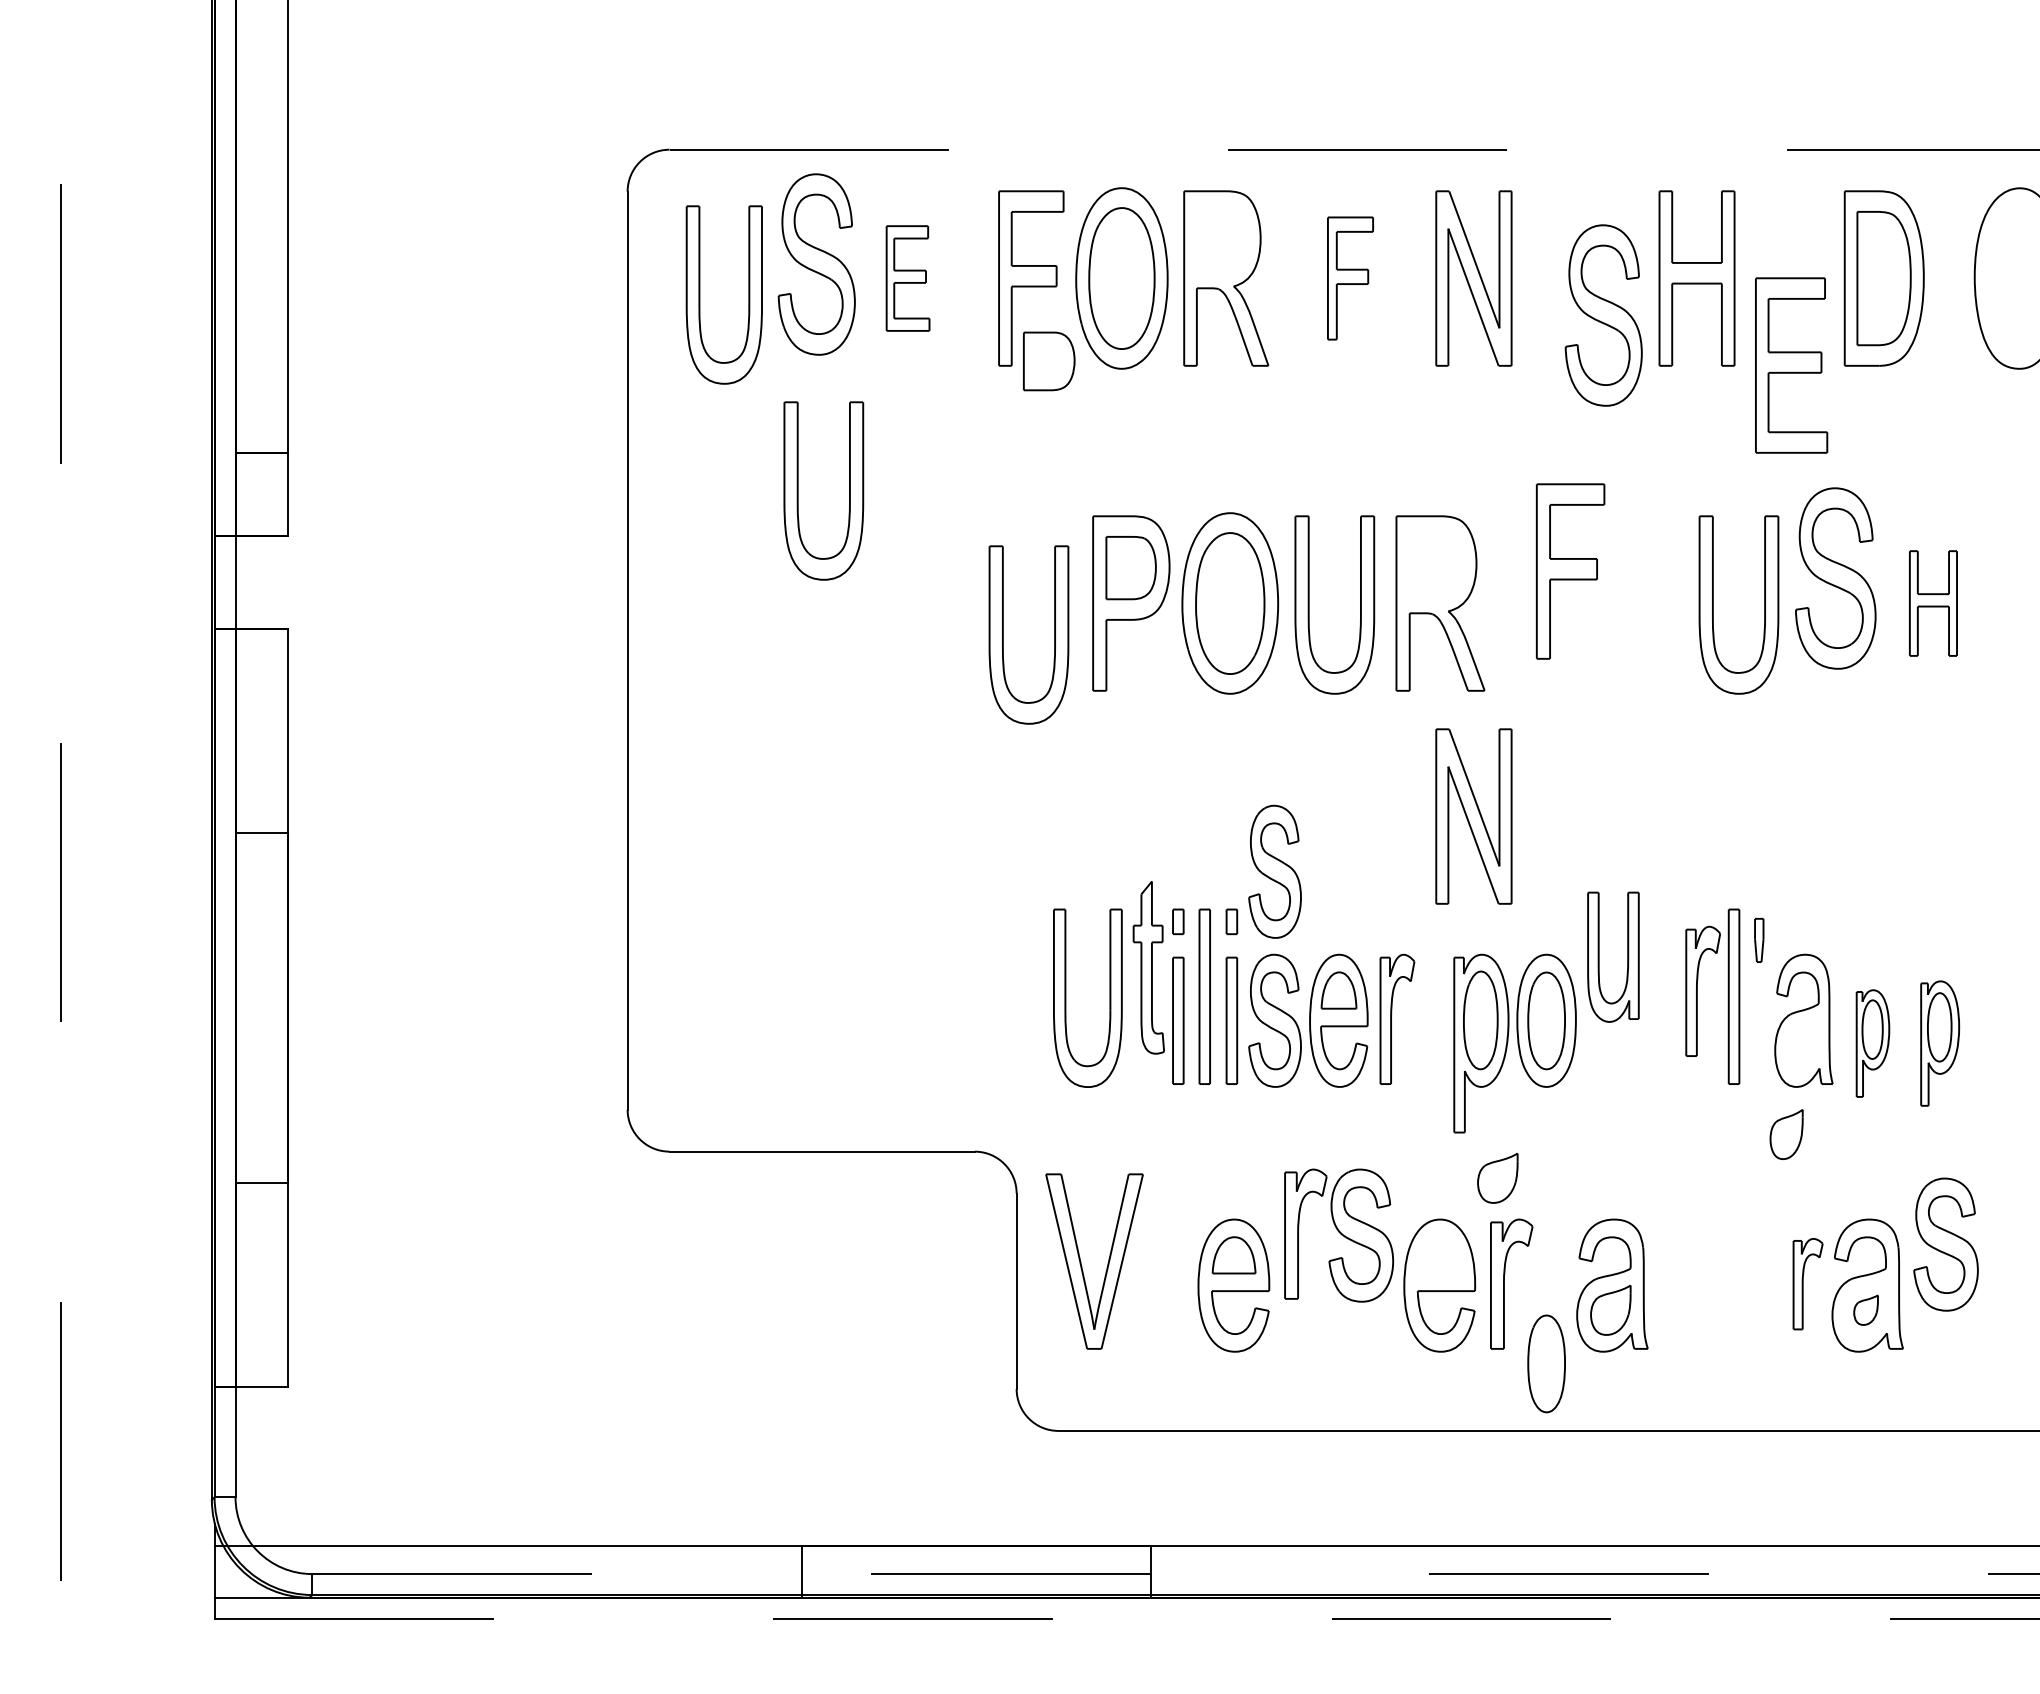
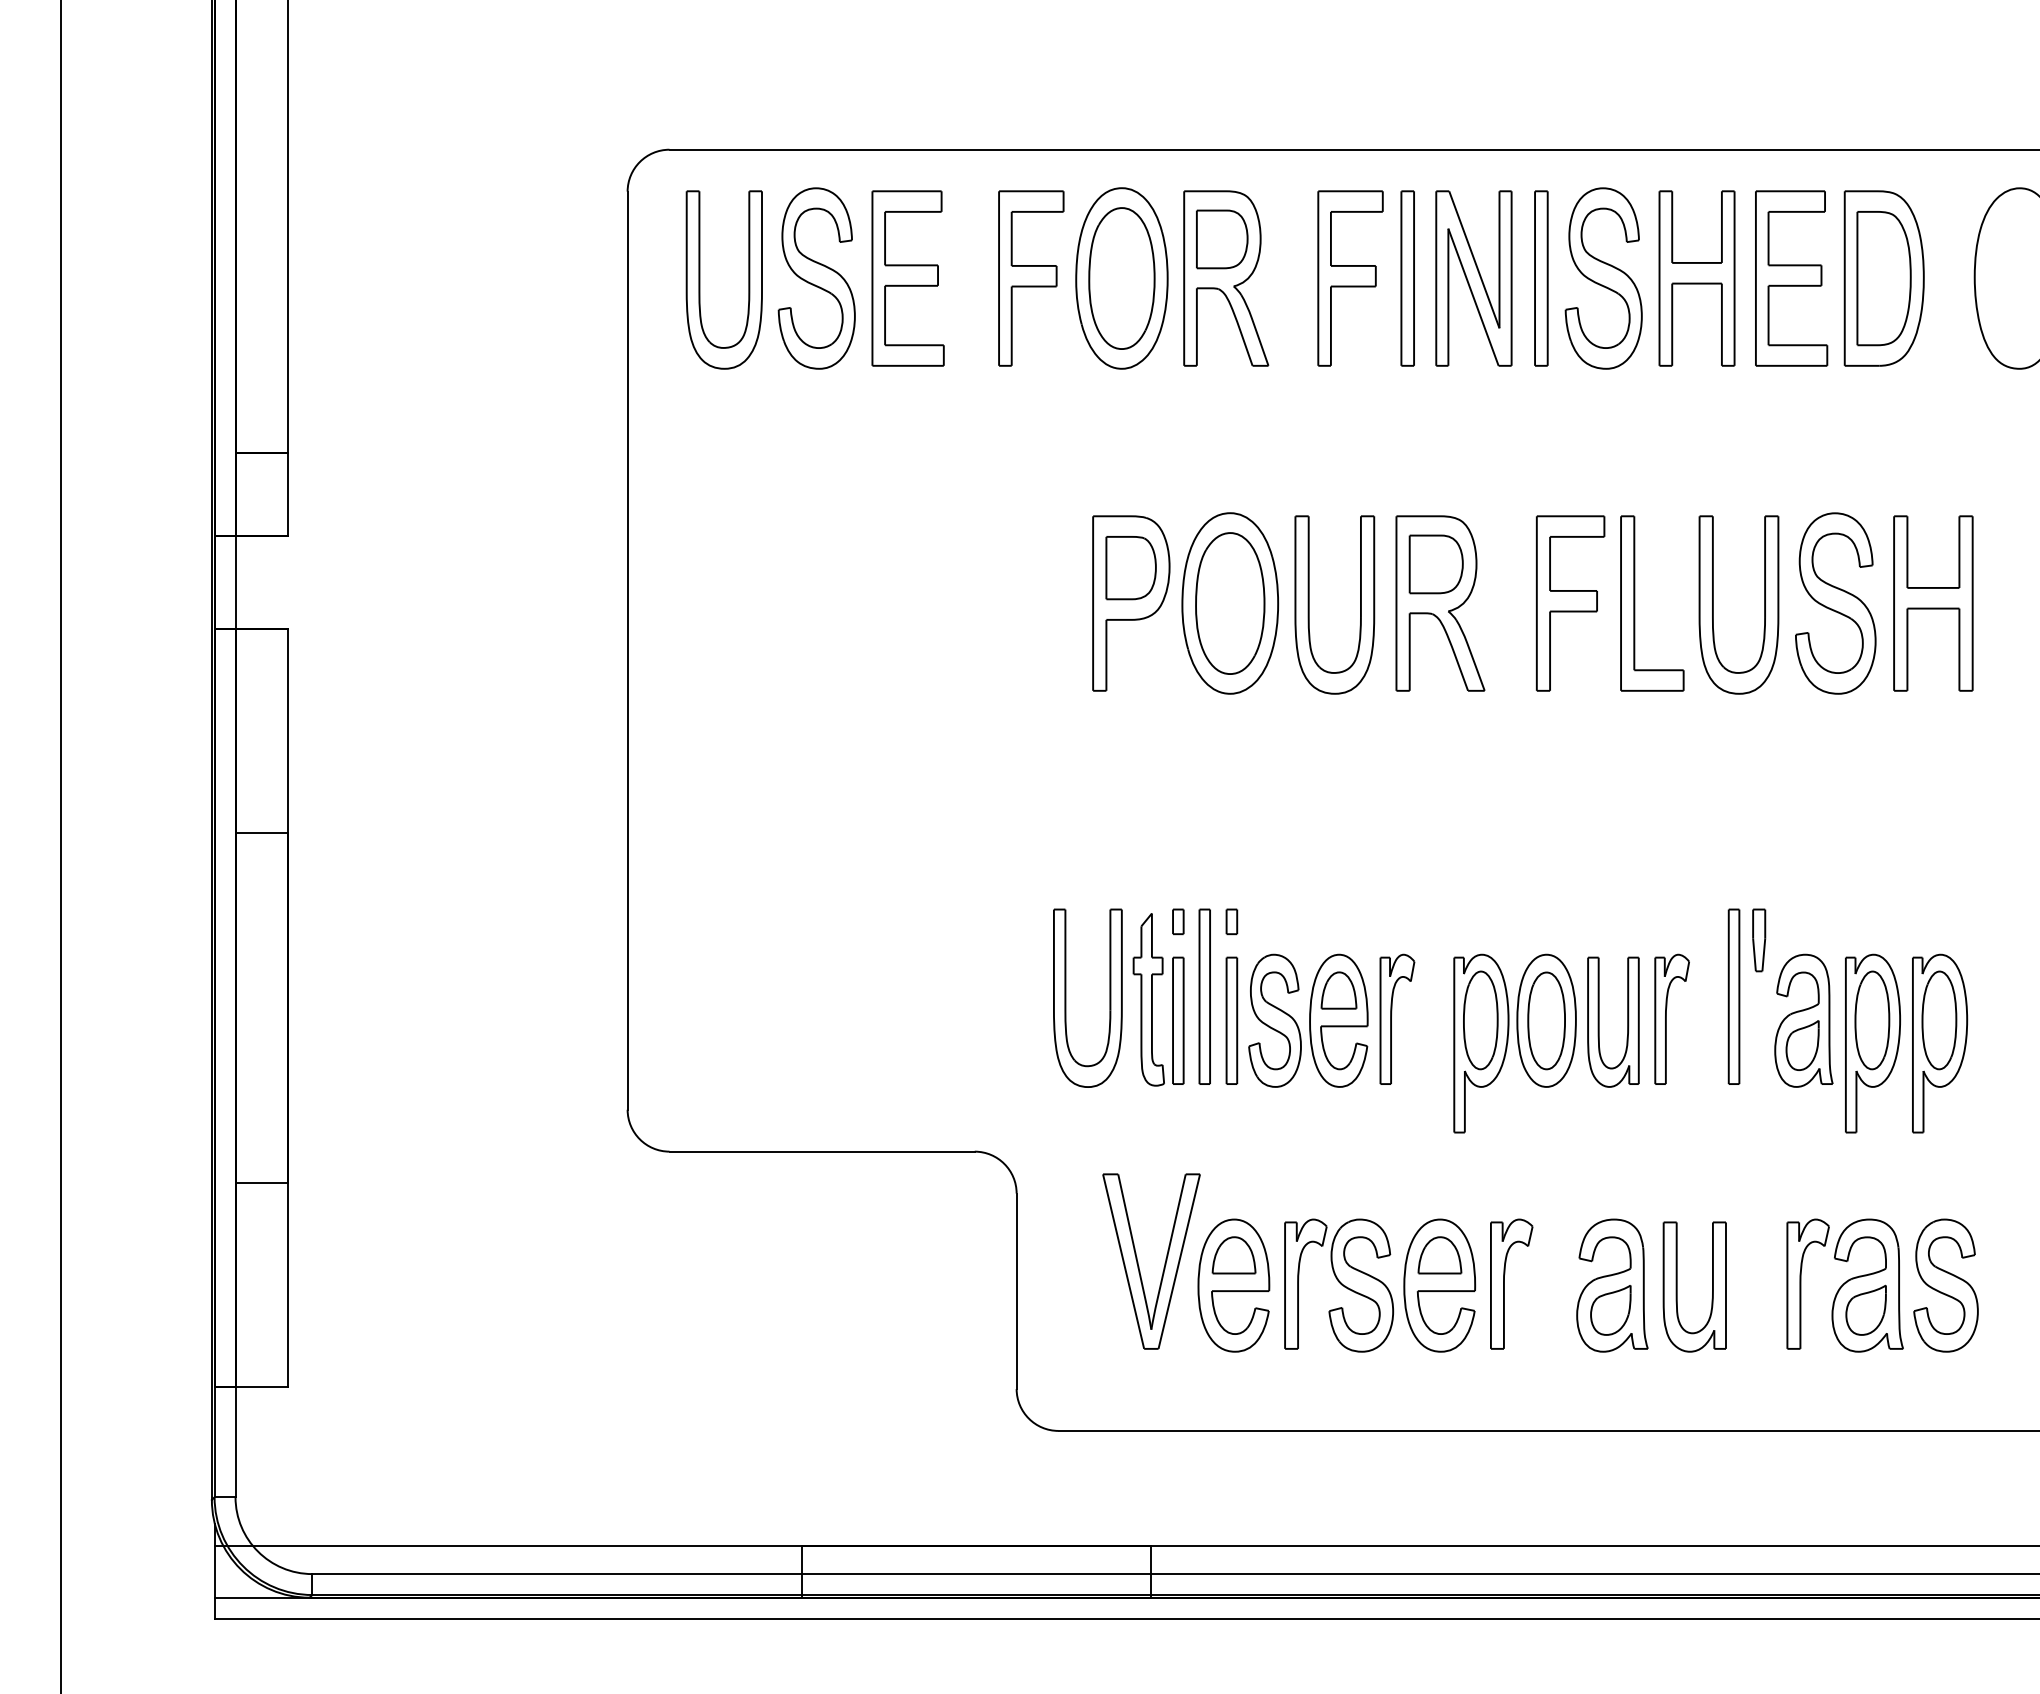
line at (1354, 149): dashed -> solid
part at (816, 264) position: (816, 264) -> (816, 278)
part at (907, 278) size: 46x107 px -> 74x177 px
part at (1350, 278) size: 47x125 px -> 67x177 px
part at (1407, 278): none -> present
part at (1541, 278): none -> present
part at (700, 294) position: (700, 294) -> (700, 279)
part at (1603, 315) position: (1603, 315) -> (1603, 278)
part at (1049, 361) position: (1049, 361) -> (1222, 239)
part at (1791, 365) position: (1791, 365) -> (1791, 278)
part at (798, 490): present -> none
part at (1435, 564): none -> present
part at (1570, 571) position: (1570, 571) -> (1570, 603)
part at (1835, 578) position: (1835, 578) -> (1835, 603)
part at (1635, 603): none -> present
part at (1933, 603) size: 49x107 px -> 81x177 px
part at (1003, 634): present -> none
part at (1473, 816): present -> none
line at (61, 846): dashed -> solid
part at (1274, 871): present -> none
part at (1759, 939) size: 11x46 px -> 15x65 px
part at (1599, 956) position: (1599, 956) -> (1599, 1021)
part at (1148, 967) position: (1148, 967) -> (1148, 999)
part at (1702, 990) position: (1702, 990) -> (1671, 1018)
part at (1872, 1043) size: 36x109 px -> 56x181 px
part at (1940, 1043) size: 41x127 px -> 57x181 px
part at (1786, 1134) position: (1786, 1134) -> (1802, 1045)
part at (1497, 1178): present -> none
part at (1339, 1235) position: (1339, 1235) -> (1339, 1285)
part at (1945, 1244) position: (1945, 1244) -> (1945, 1285)
part at (1439, 1255): none -> present
part at (1081, 1261) position: (1081, 1261) -> (1138, 1261)
part at (1807, 1284) size: 32x93 px -> 44x132 px
part at (1677, 1286): none -> present
part at (1865, 1309) size: 26x32 px -> 42x52 px
part at (1546, 1363): present -> none
line at (1176, 1574): dashed -> solid
line at (1127, 1619): dashed -> solid
